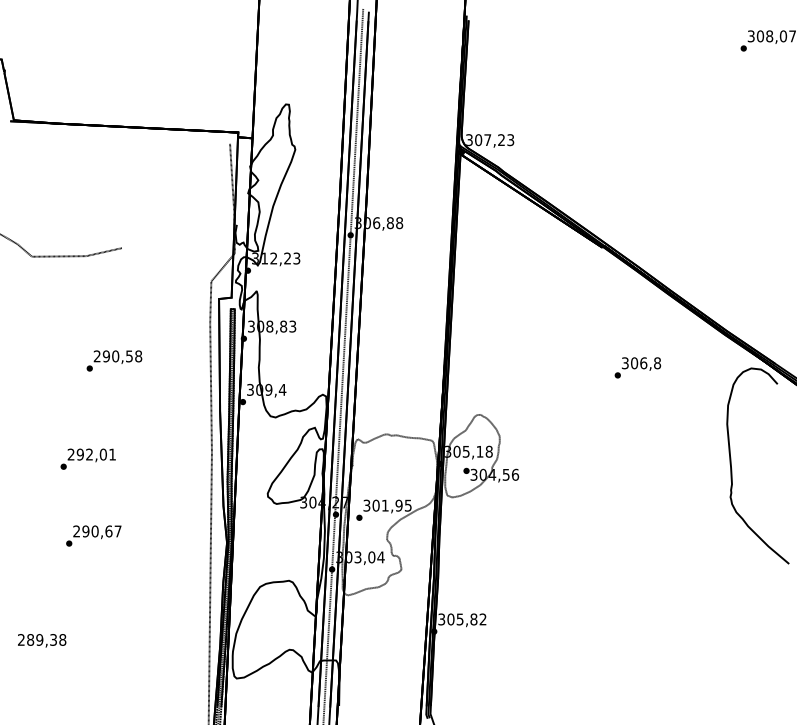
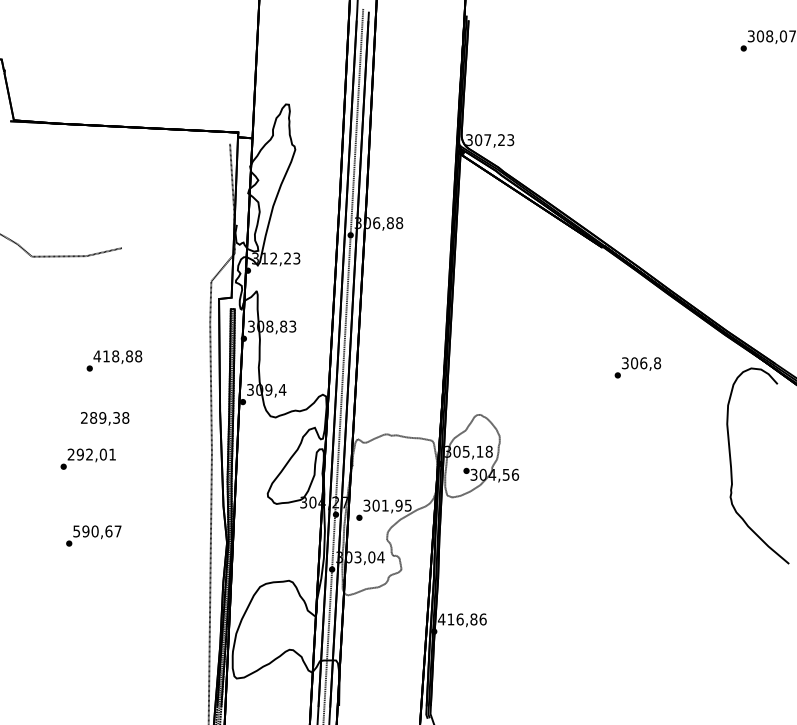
text at (112, 356): 290,58 -> 418,88
text at (76, 531): 290,67 -> 590,67
text at (461, 619): 305,82 -> 416,86
text at (42, 640) position: (42, 640) -> (105, 418)
